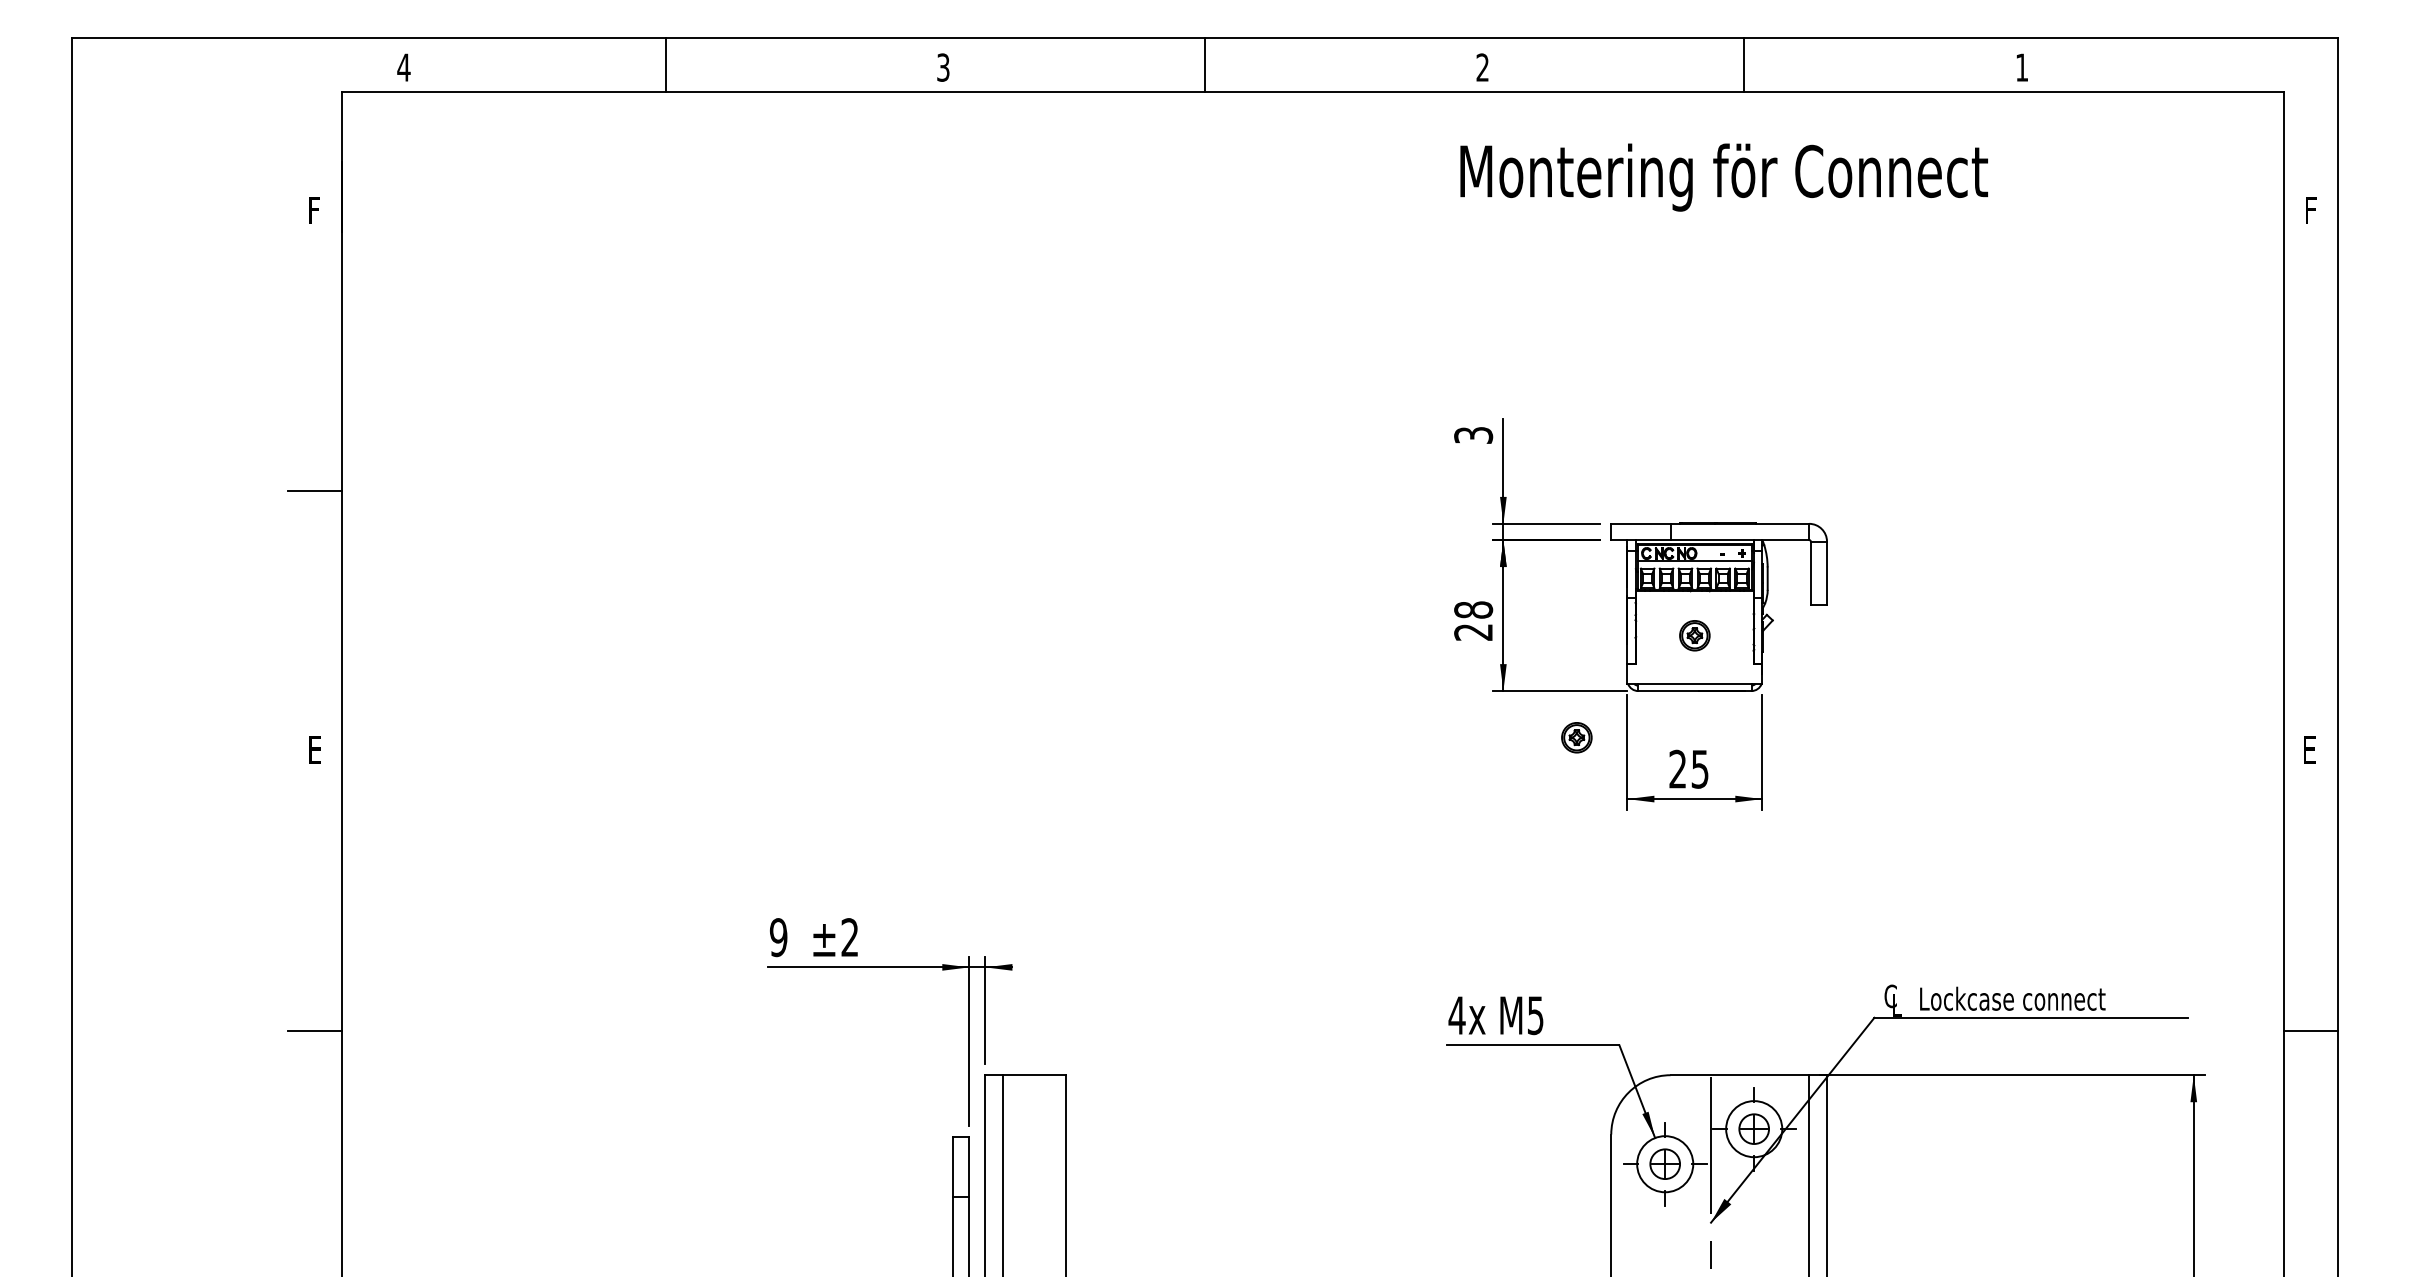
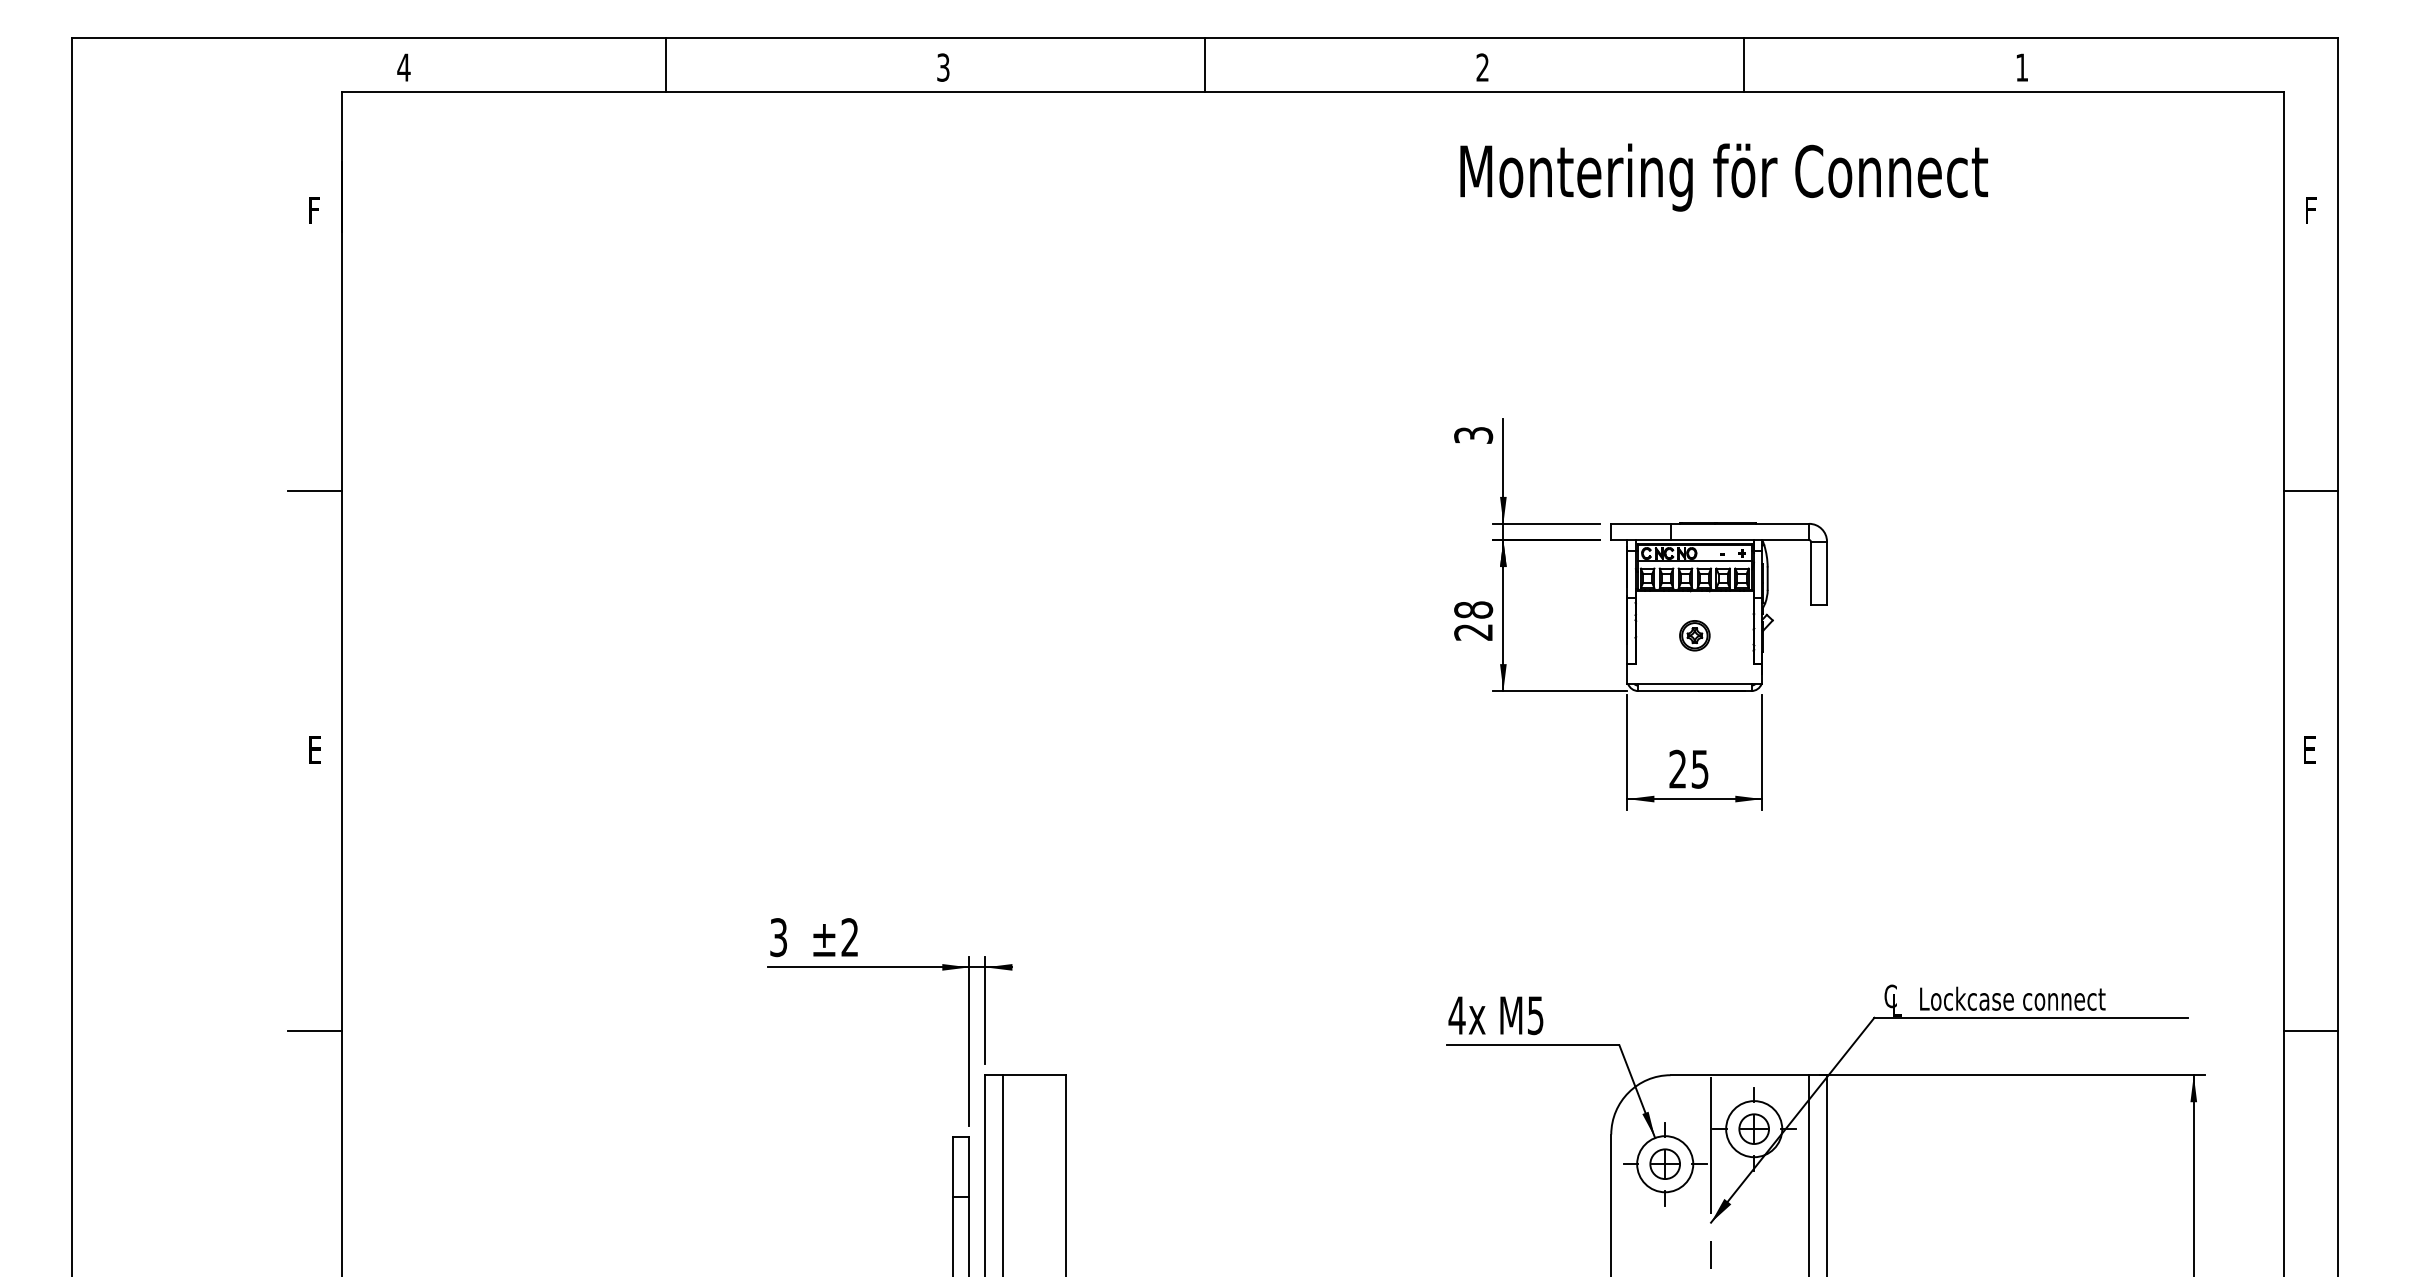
line at (2310, 491): none -> present
part at (1576, 737): present -> none
text at (778, 937): 9 -> 3
